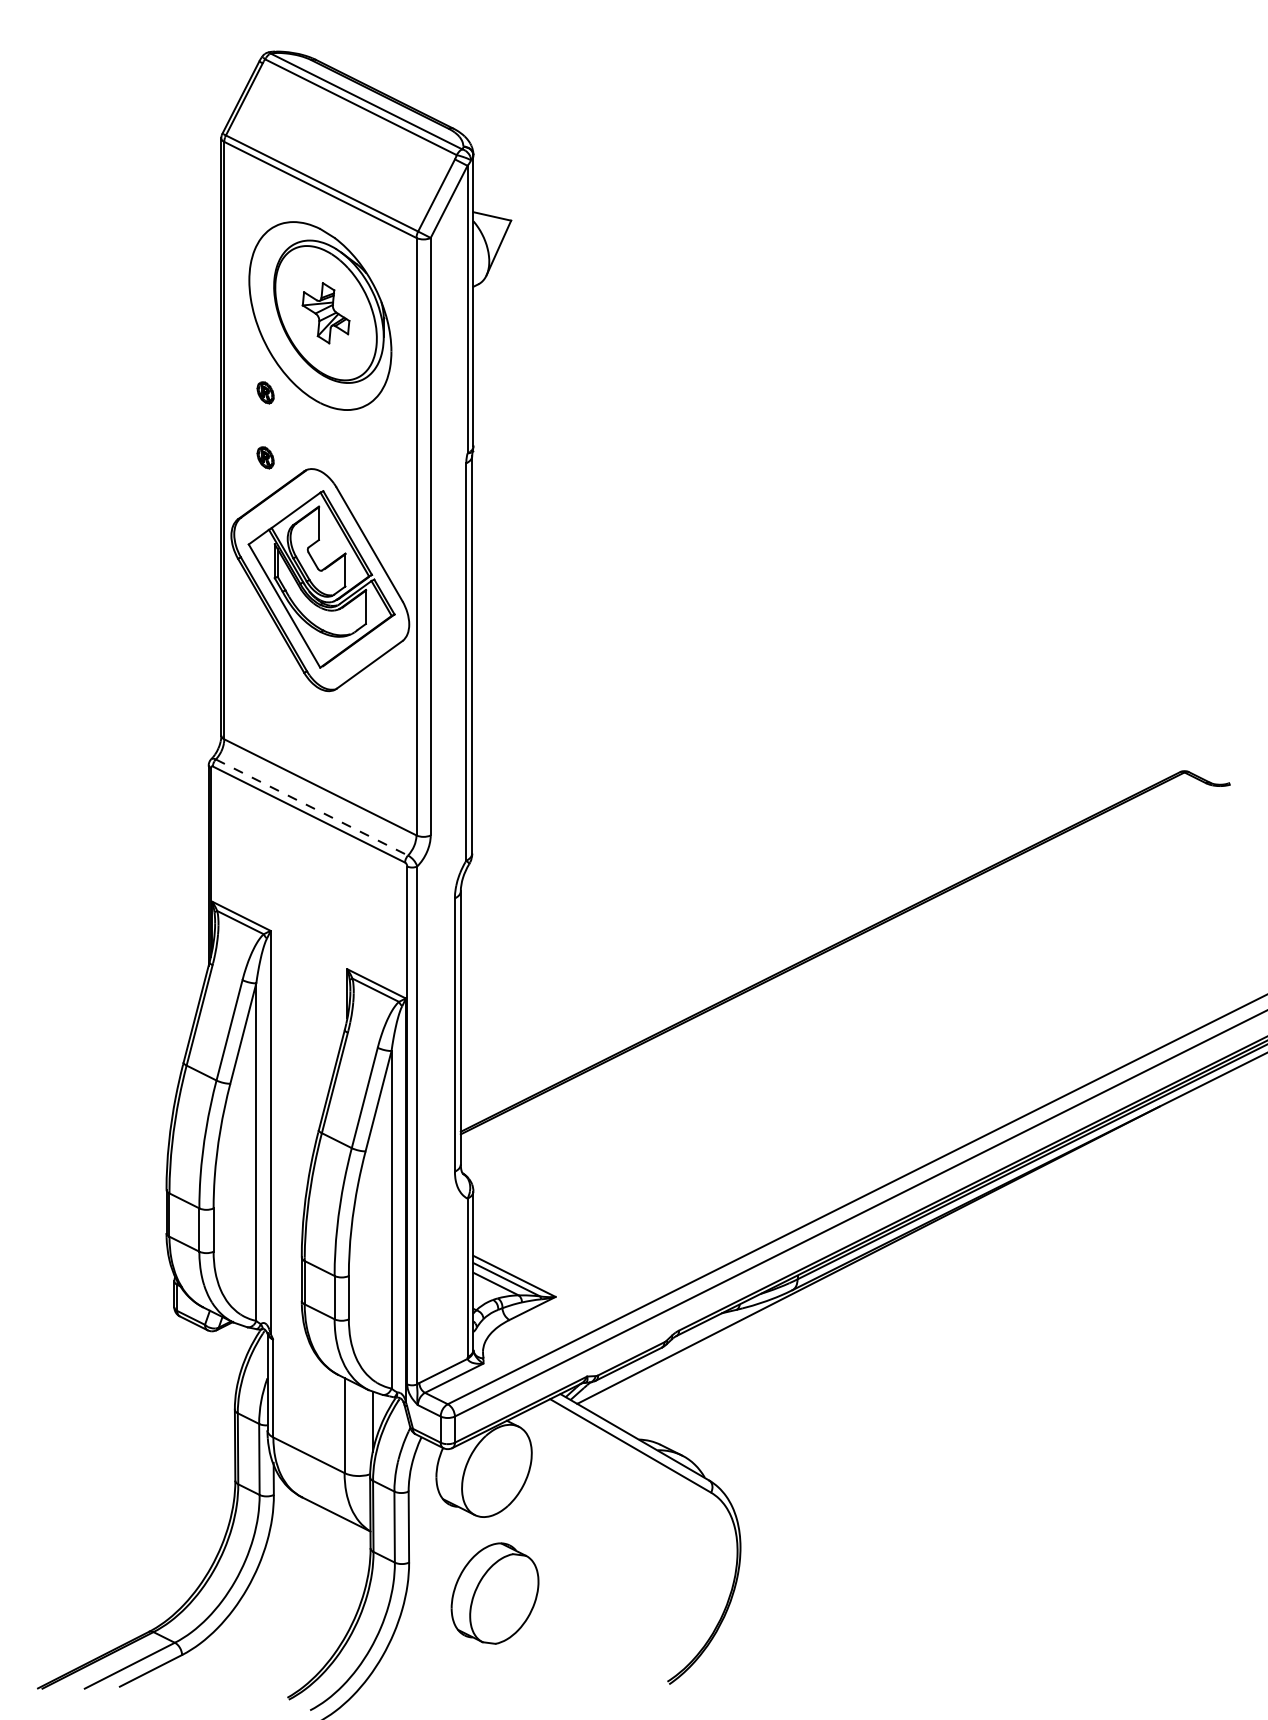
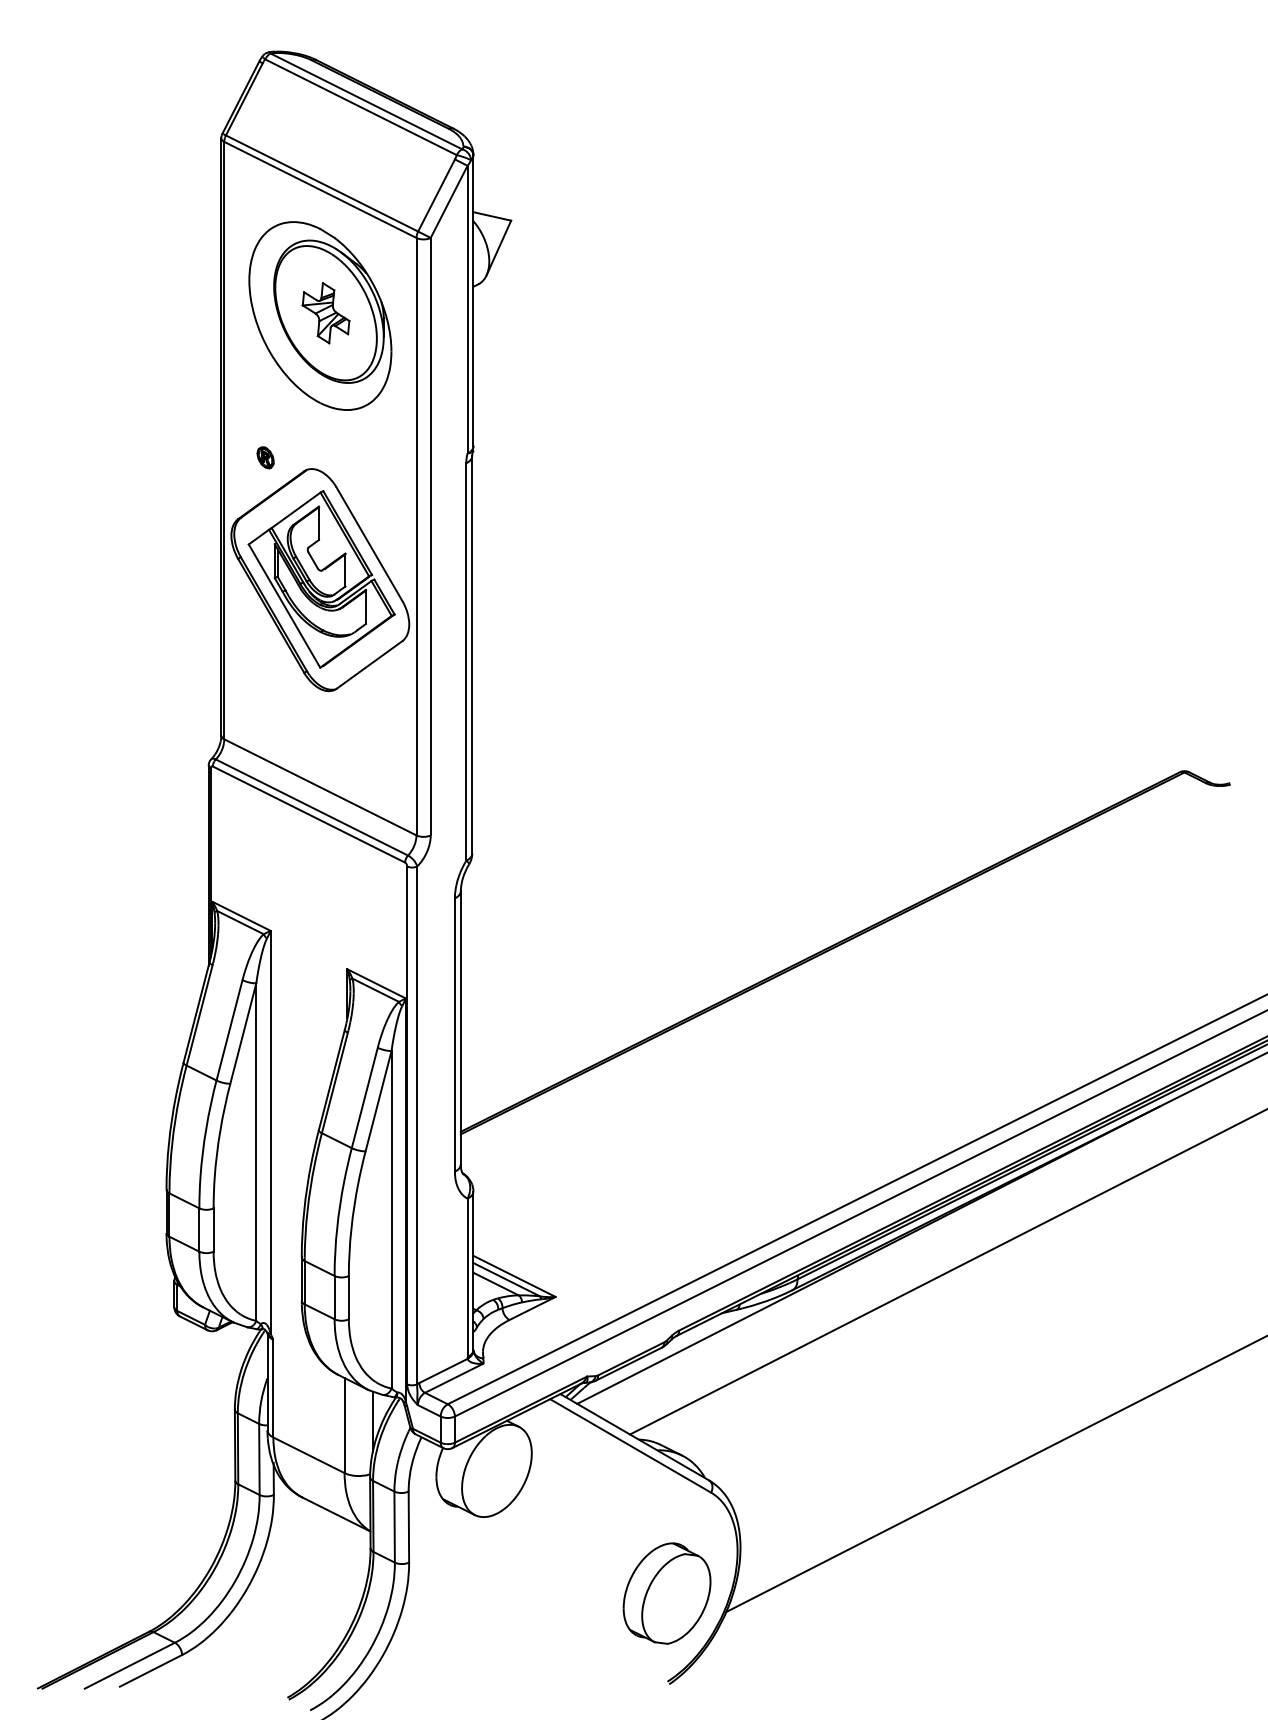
part at (265, 392): present -> none
line at (312, 807): dashed -> solid
line at (947, 1272): none -> present
line at (995, 1474): none -> present
part at (494, 1593) position: (494, 1593) -> (666, 1593)
